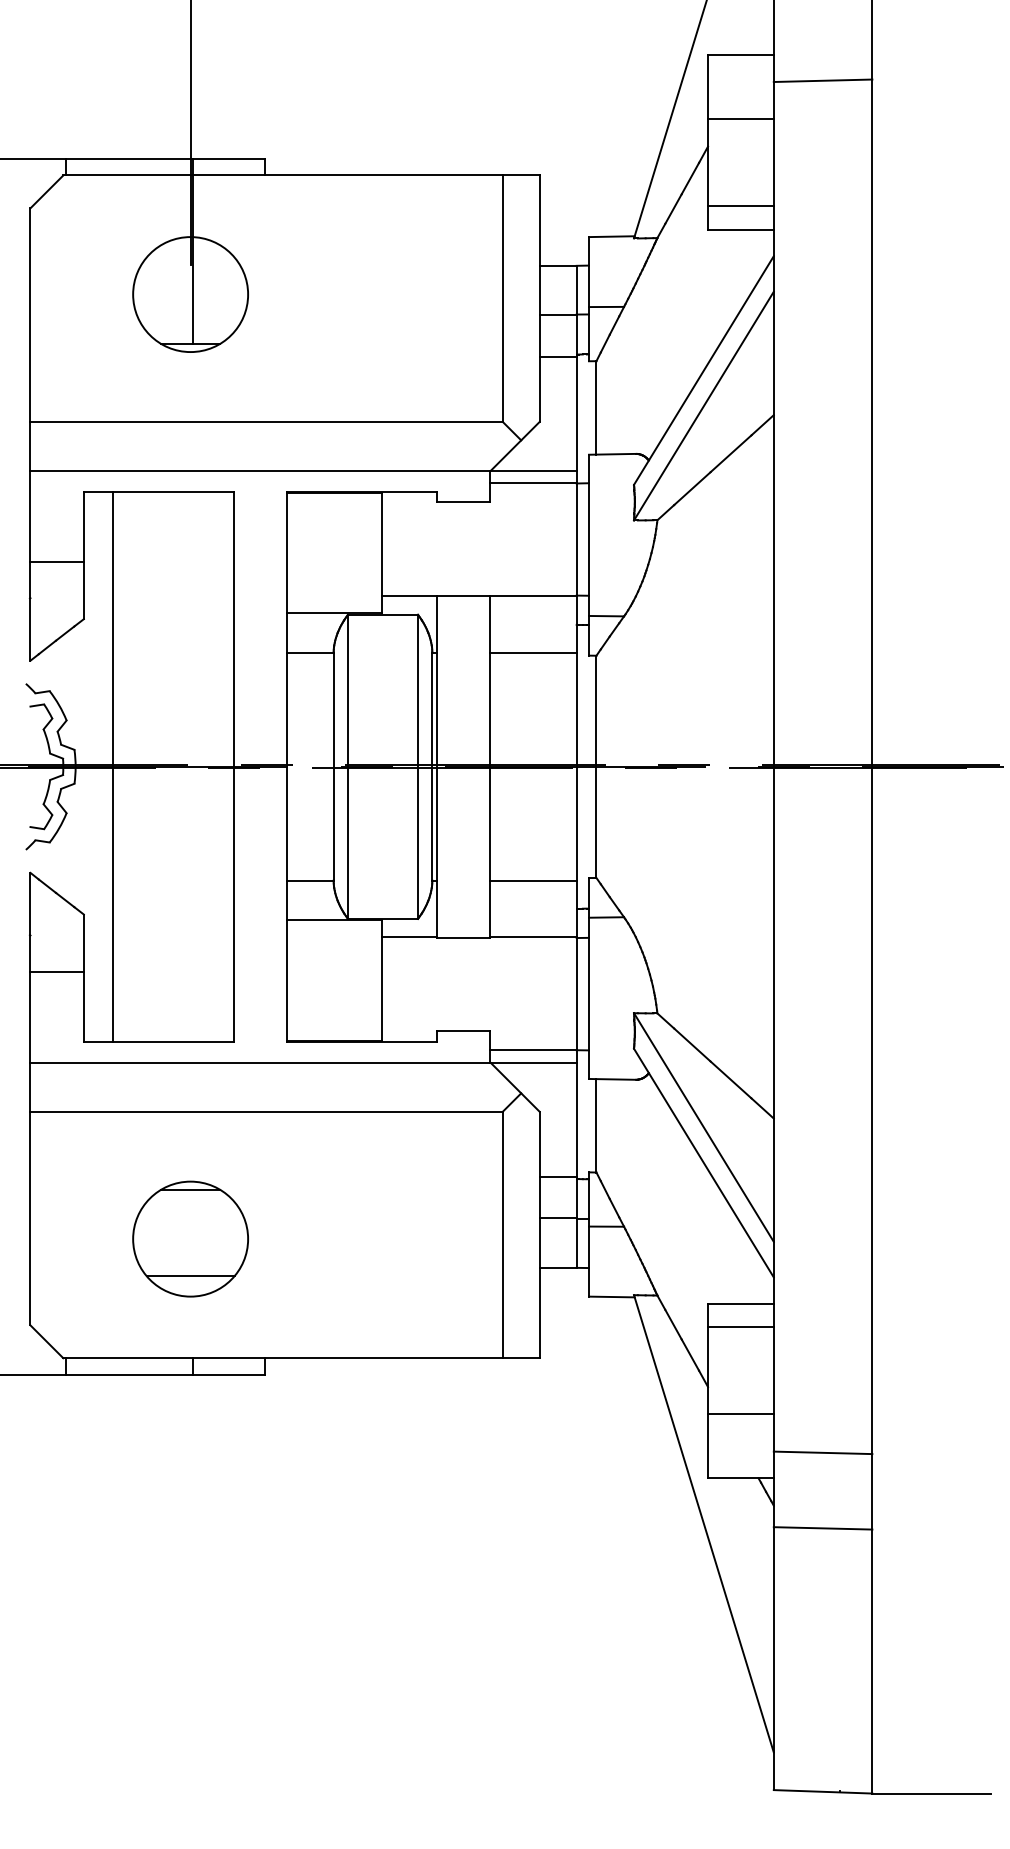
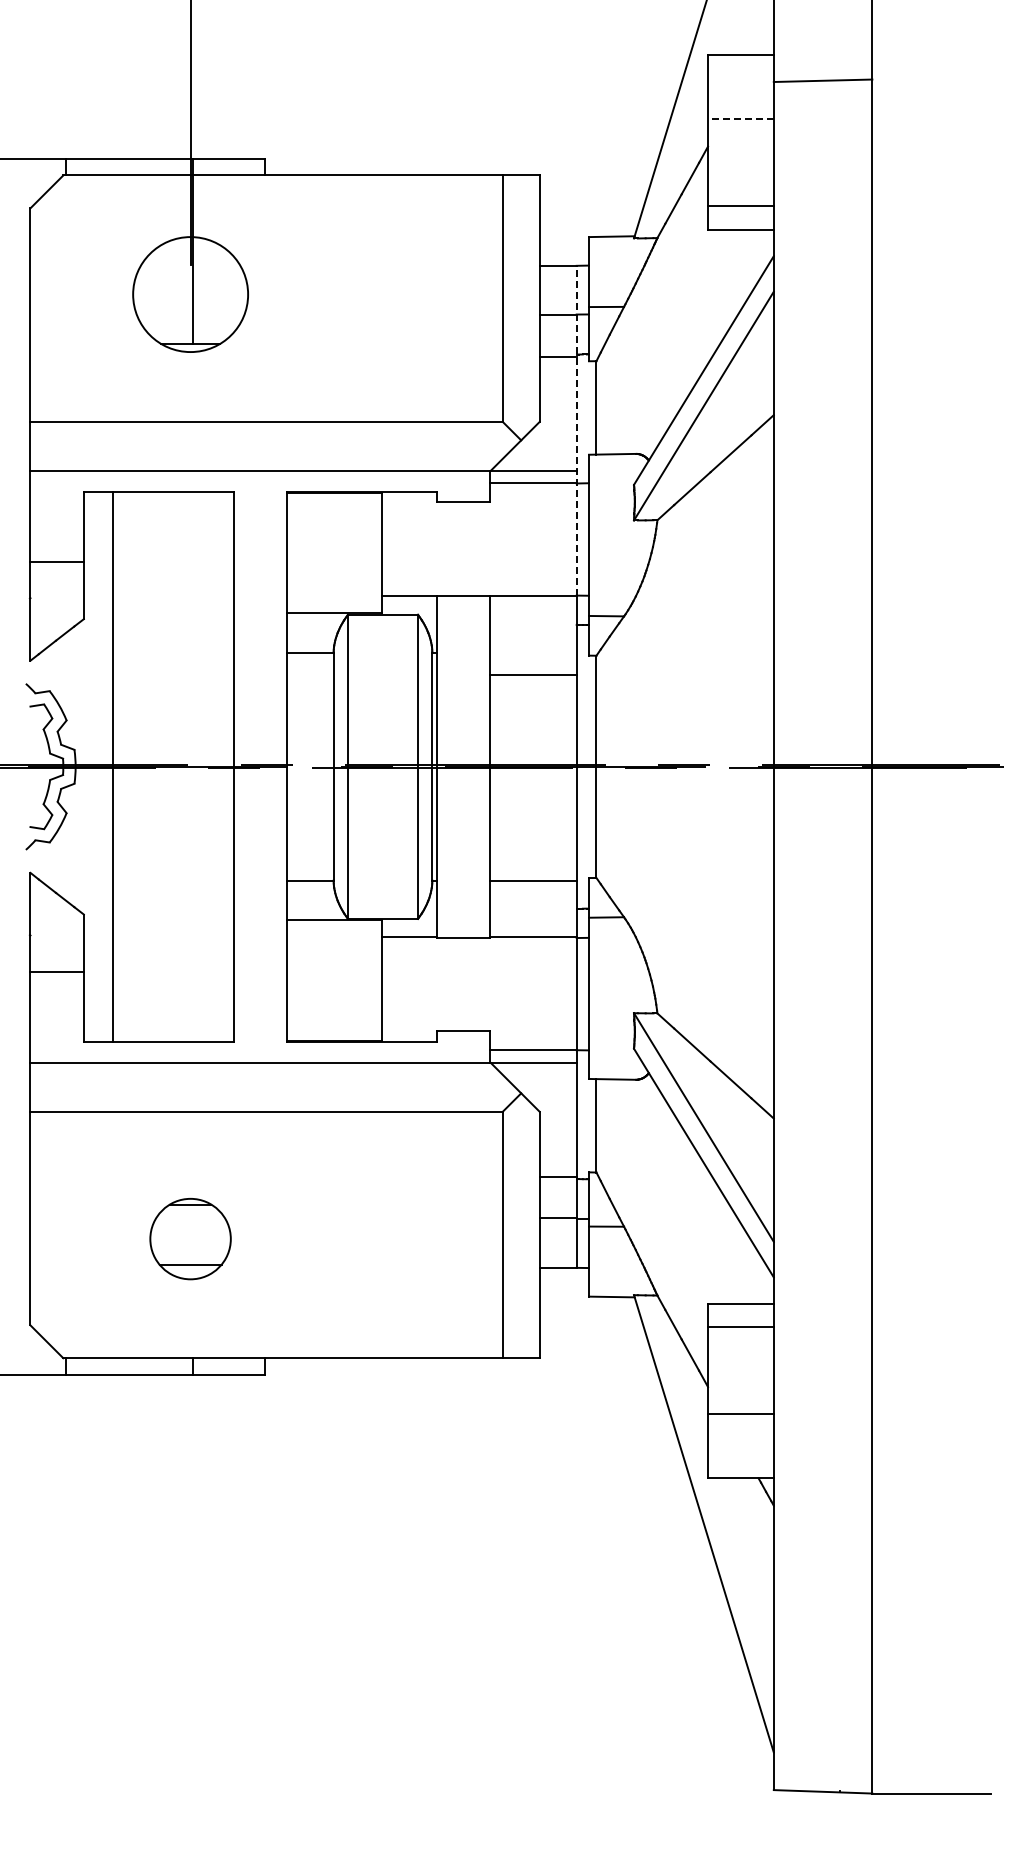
line at (740, 119): solid -> dashed
line at (576, 430): solid -> dashed
line at (533, 653) position: (533, 653) -> (533, 675)
part at (190, 1238) size: 117x118 px -> 83x83 px
line at (822, 1452): present -> none
line at (822, 1528): present -> none
